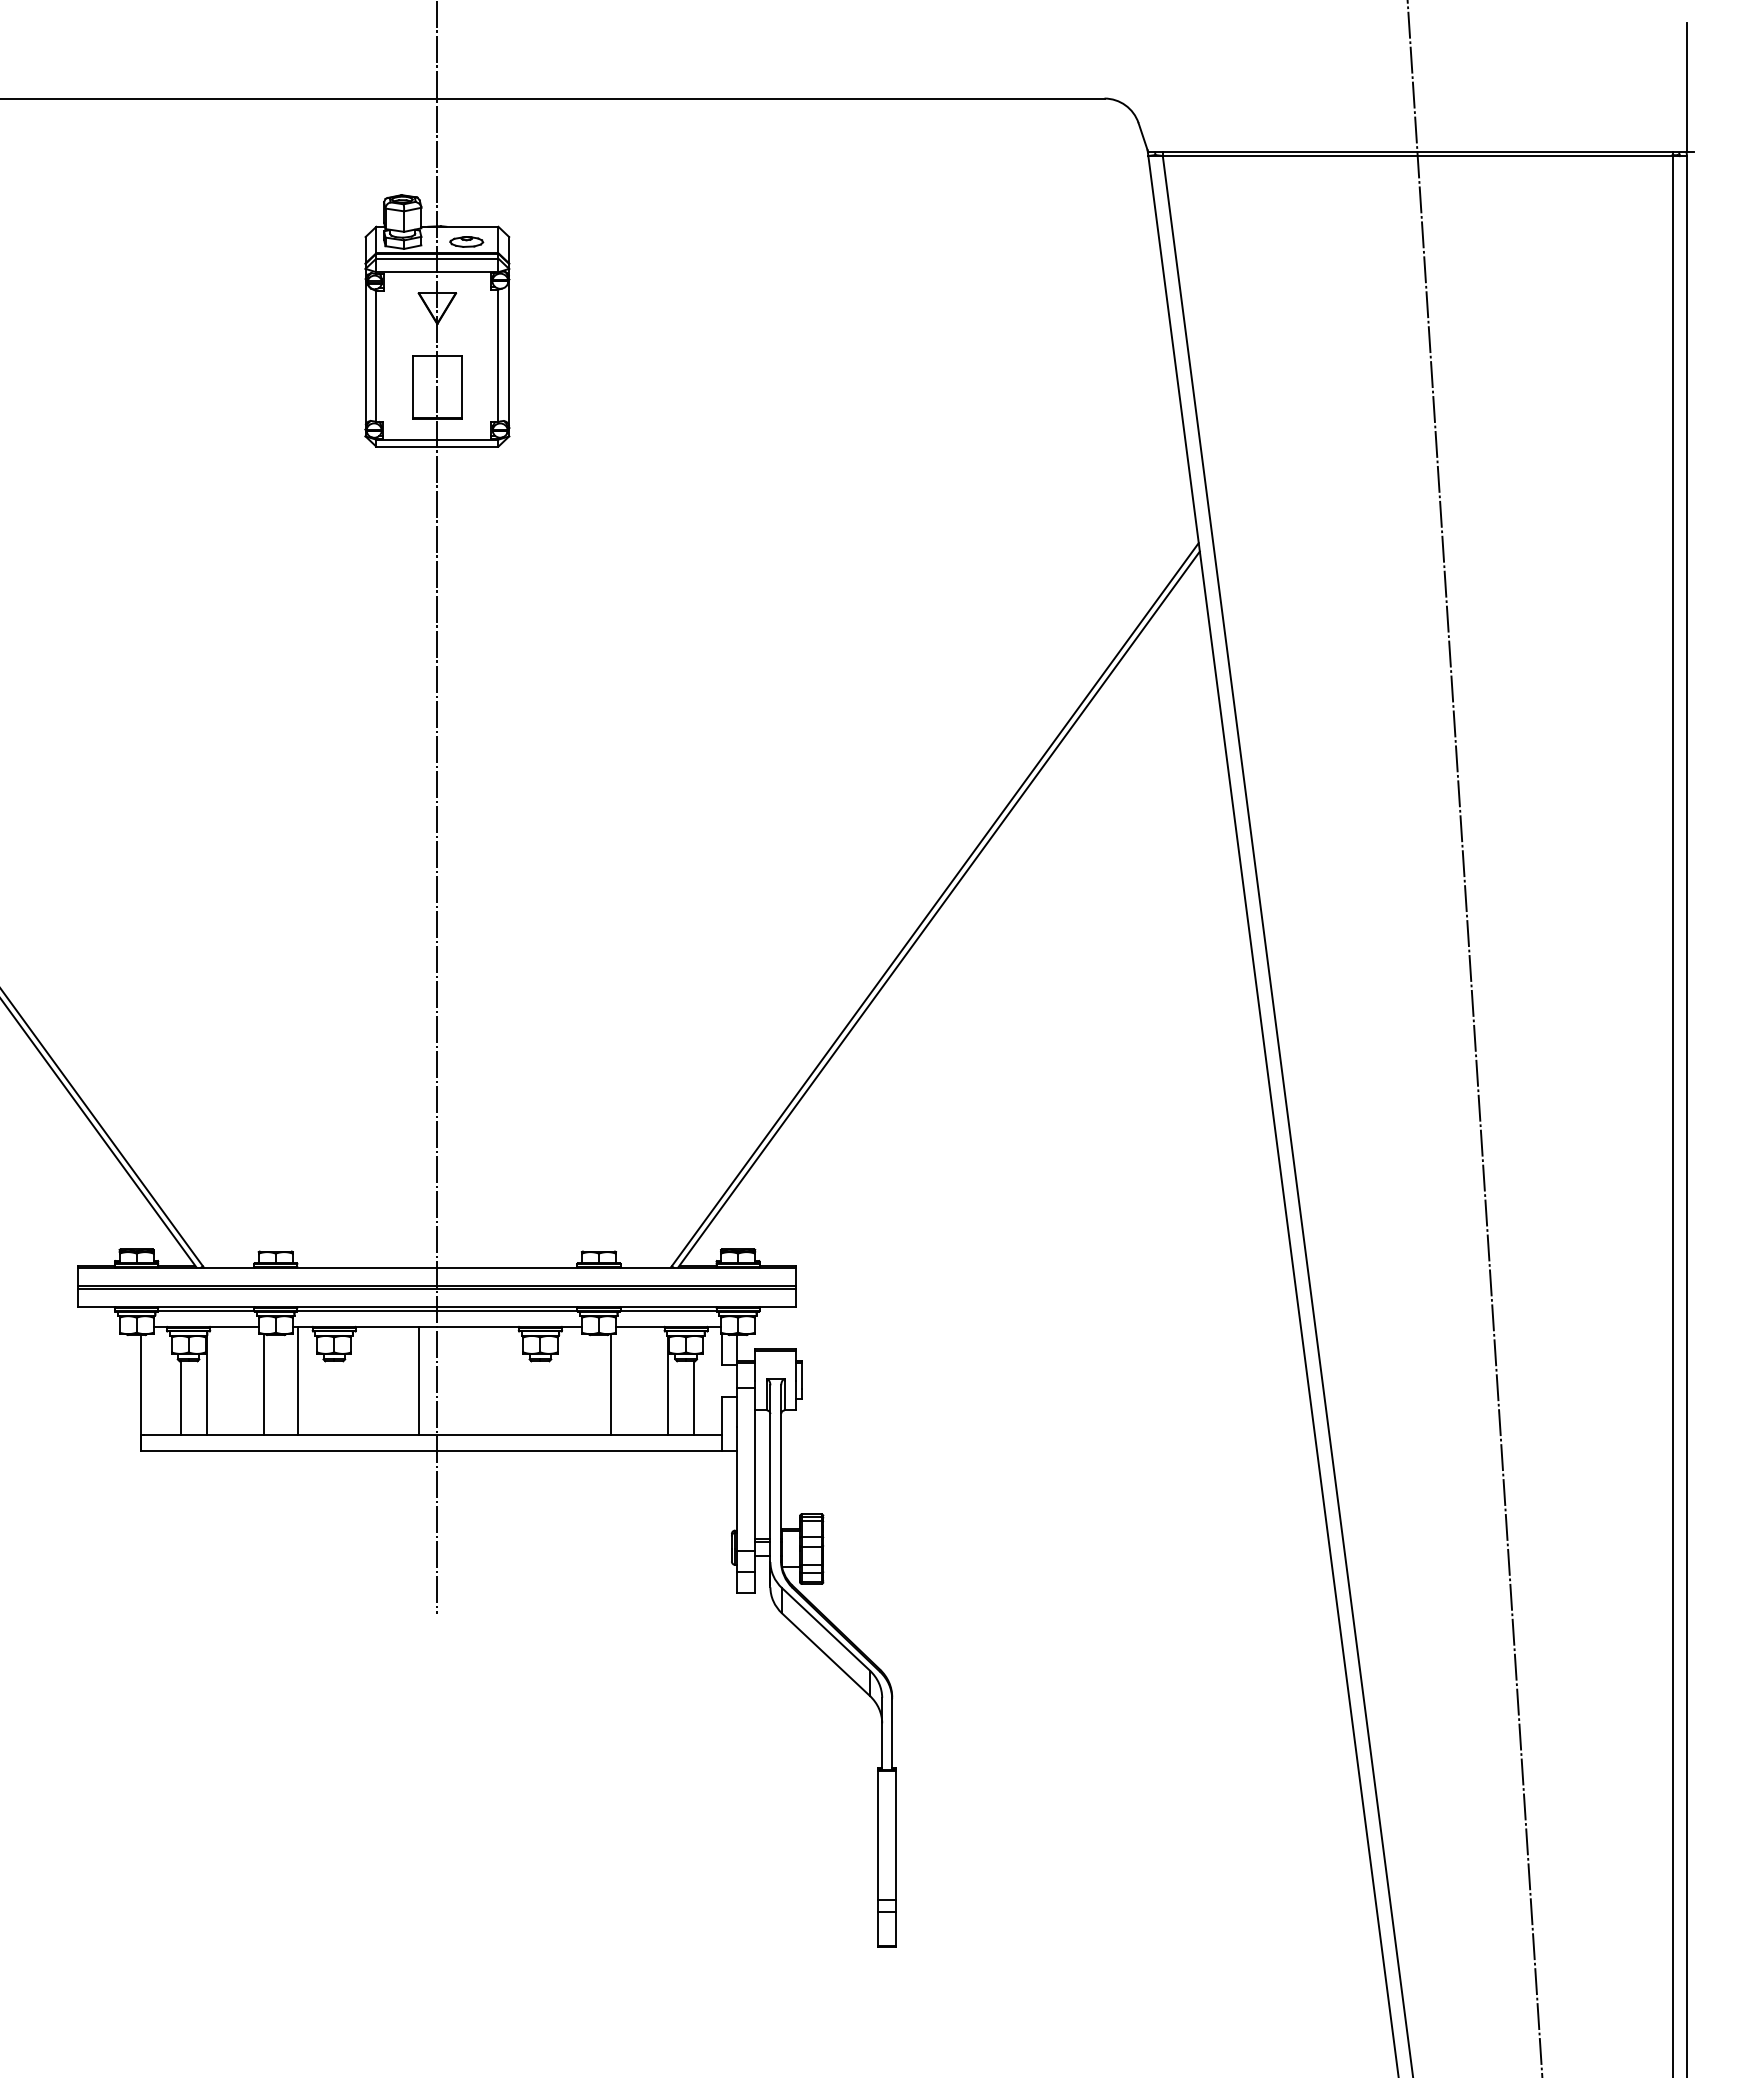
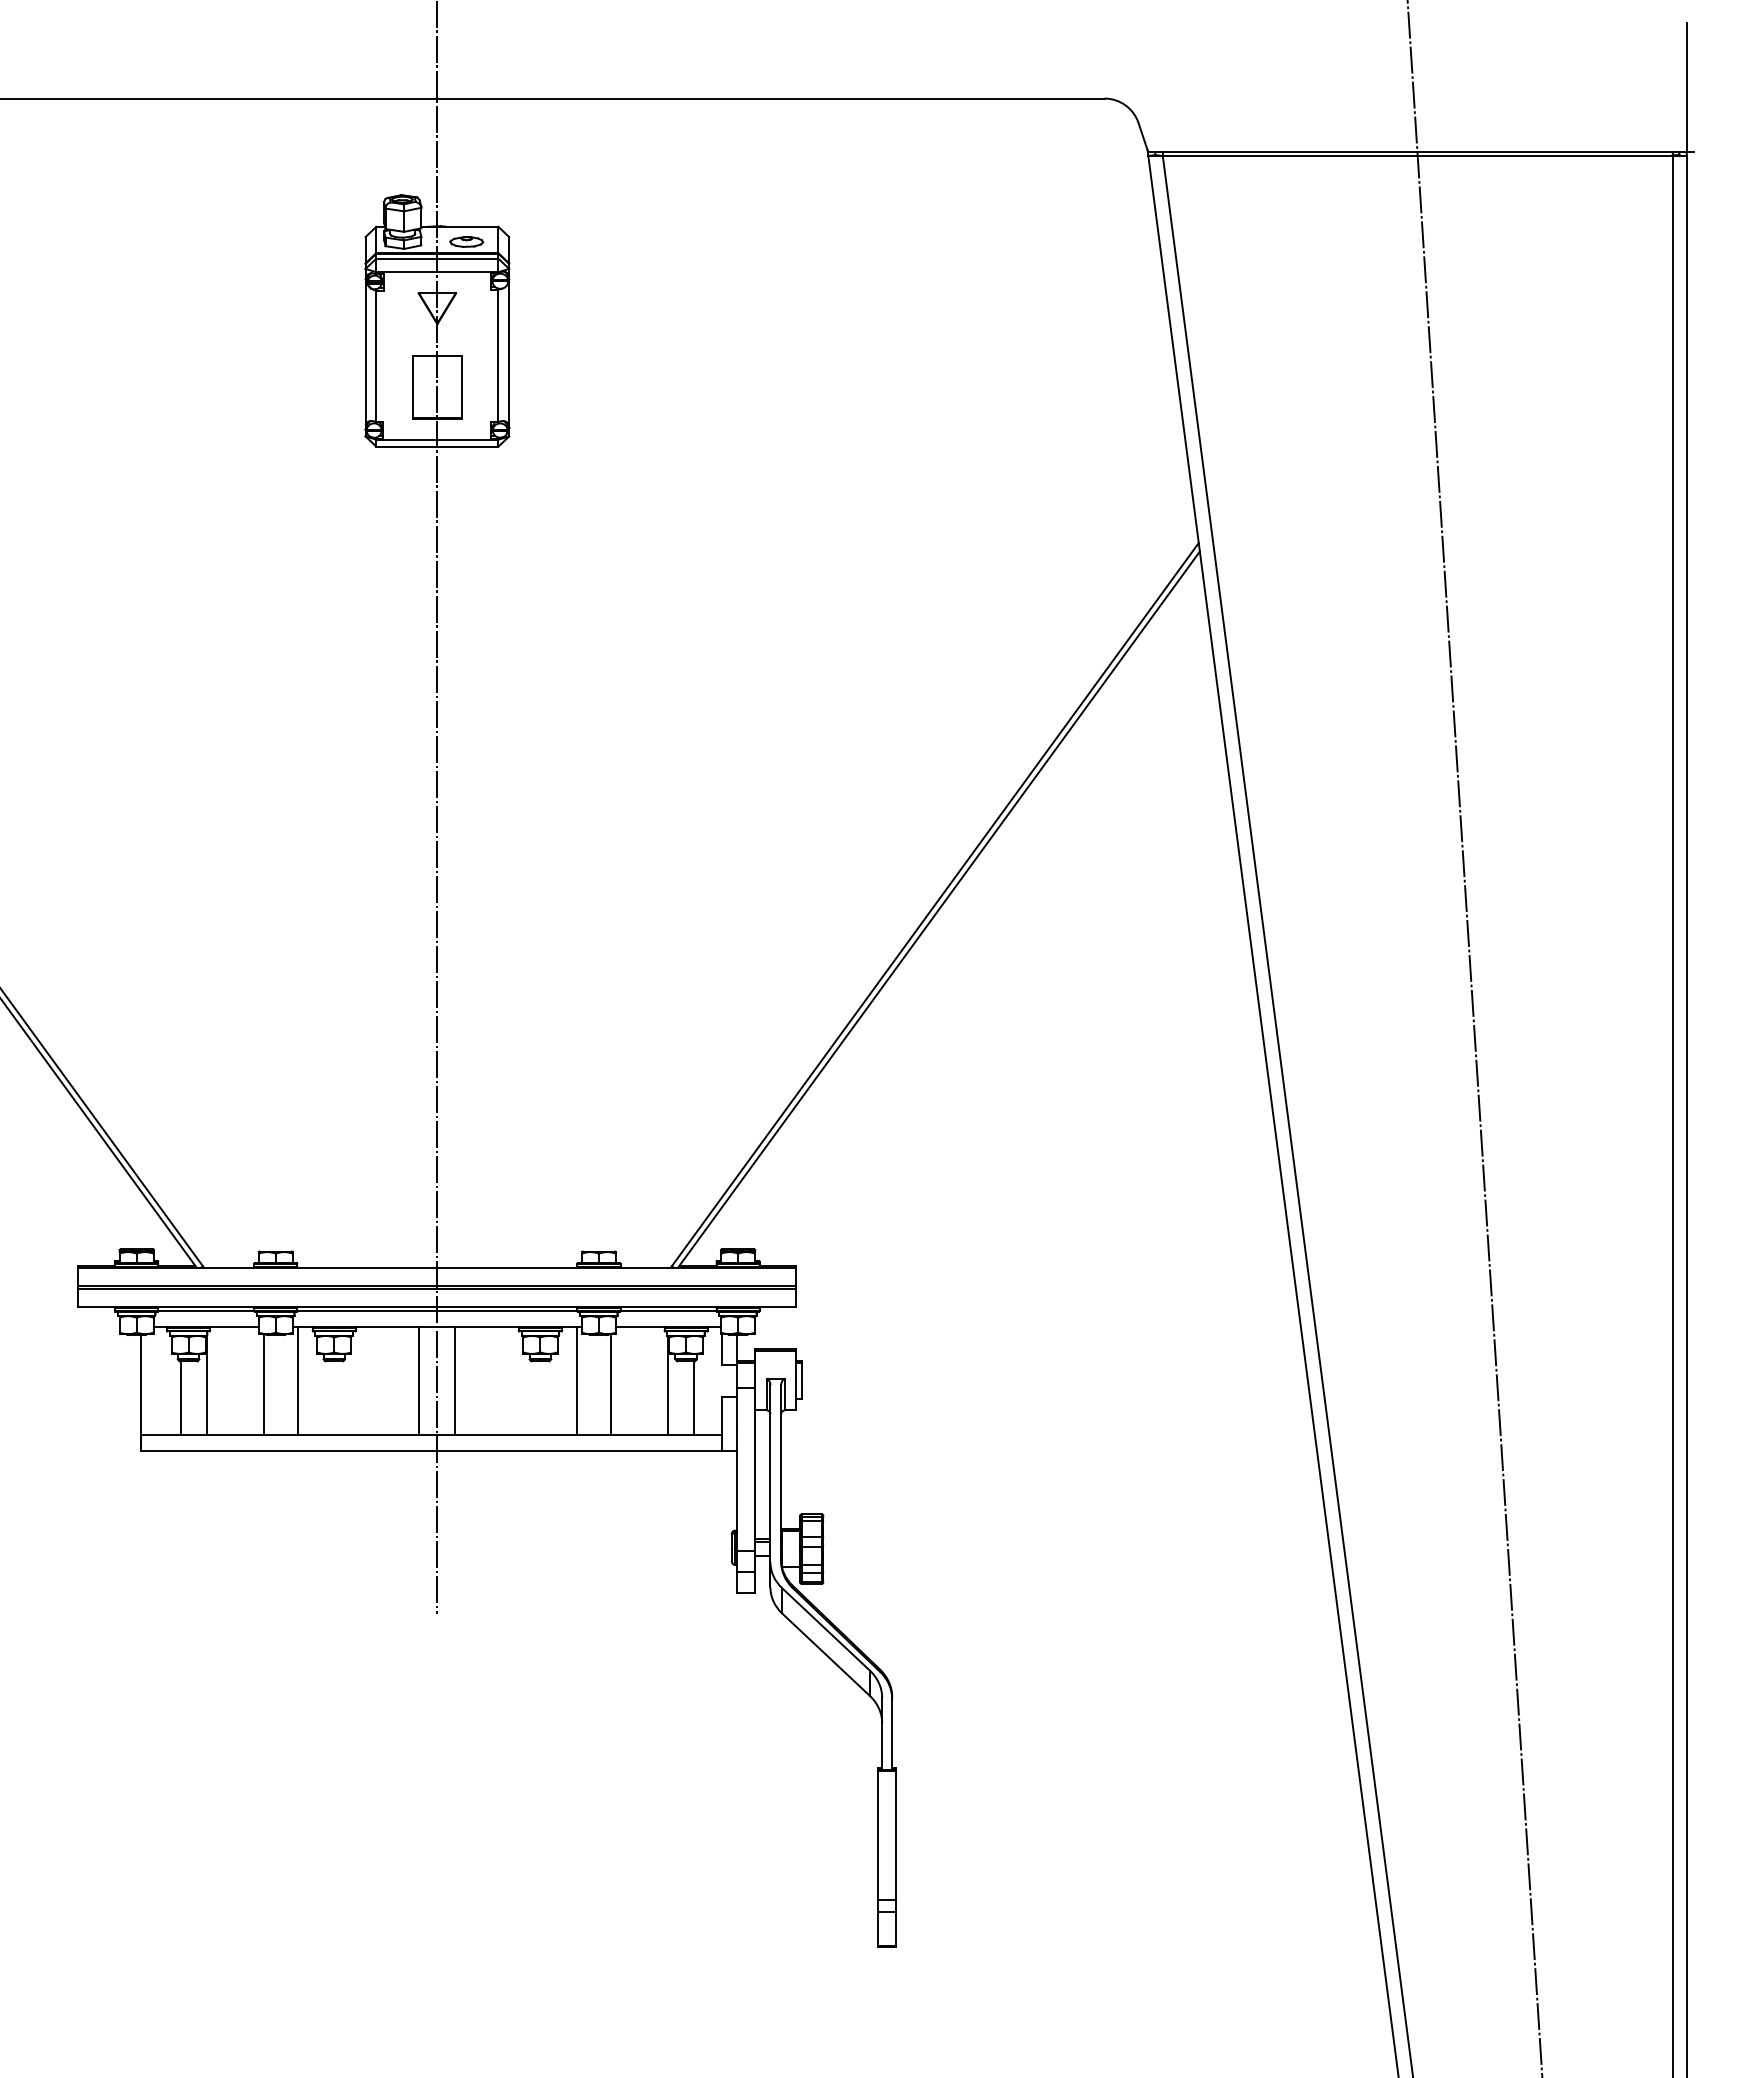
line at (455, 1380): none -> present
line at (576, 1380): none -> present
